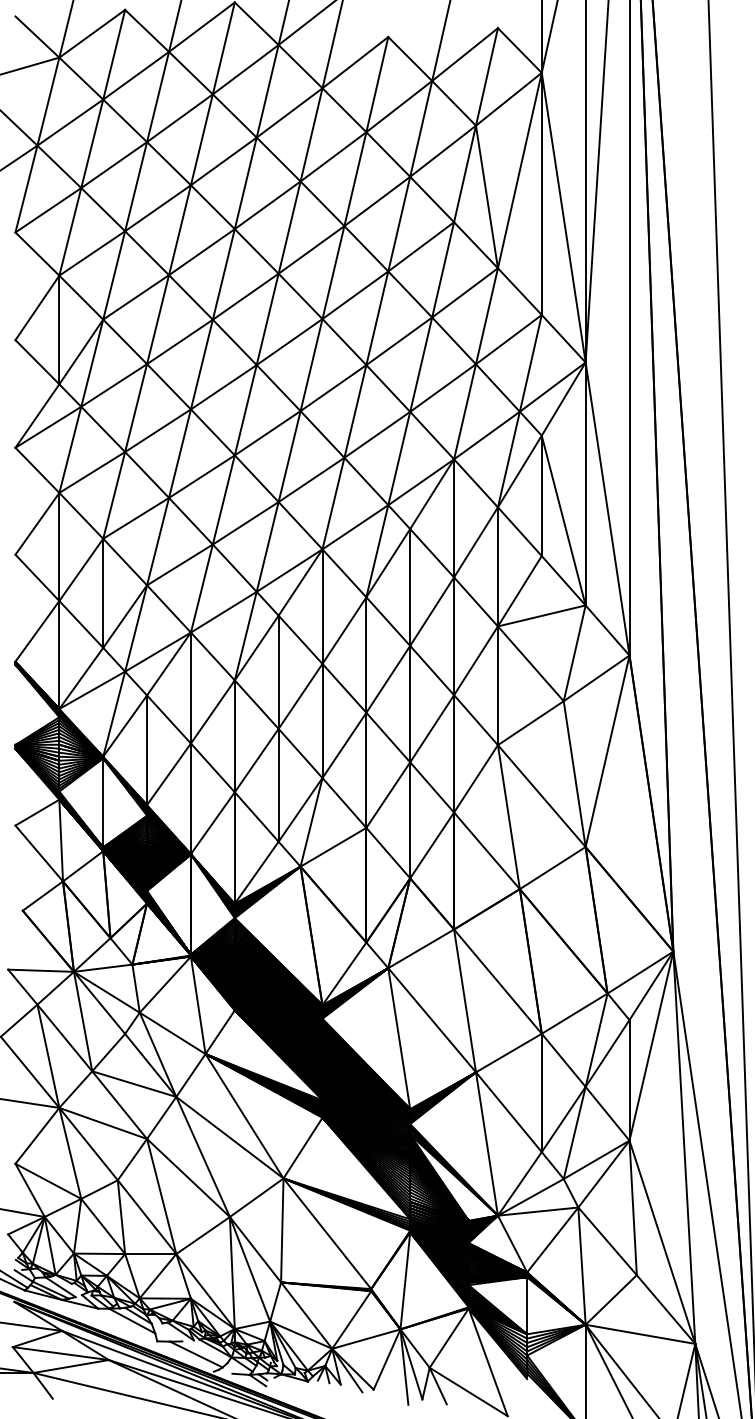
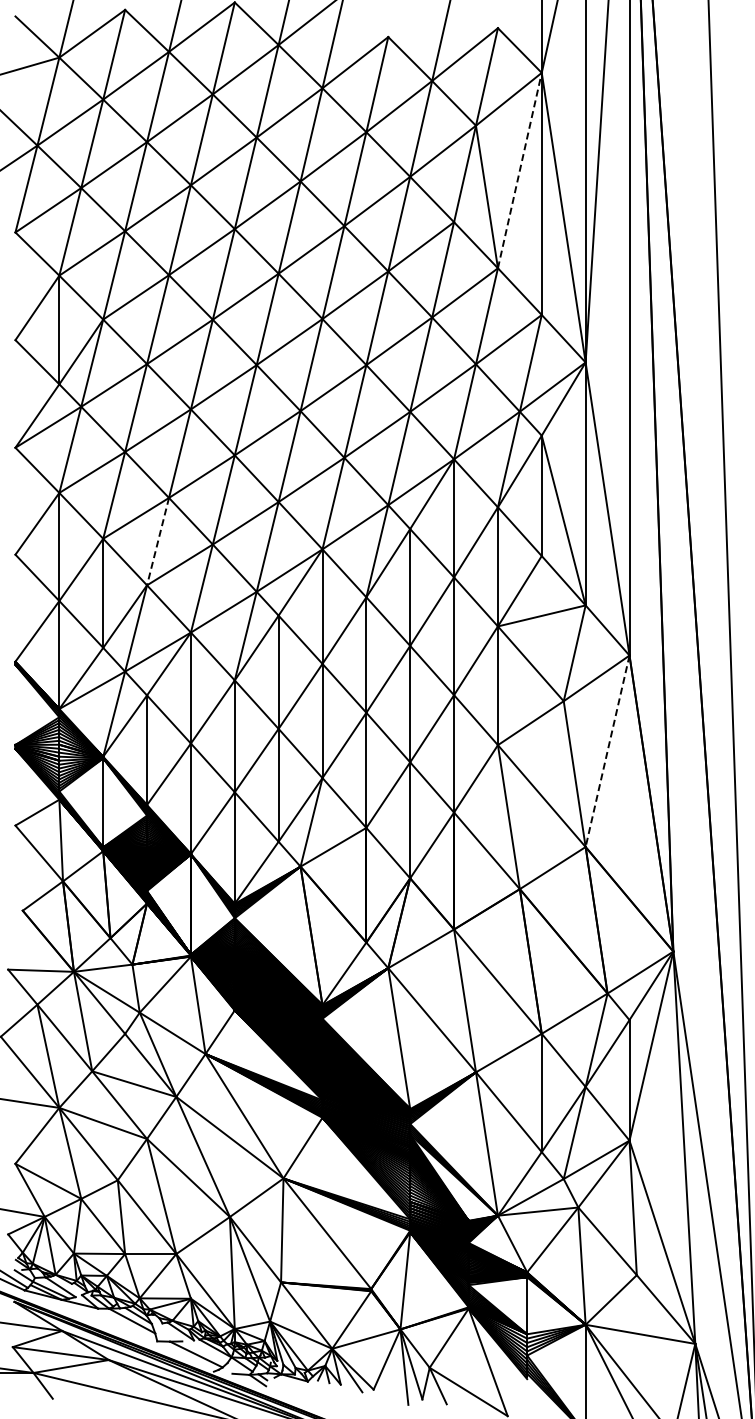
line at (519, 170): solid -> dashed
line at (157, 542): solid -> dashed
line at (607, 751): solid -> dashed
